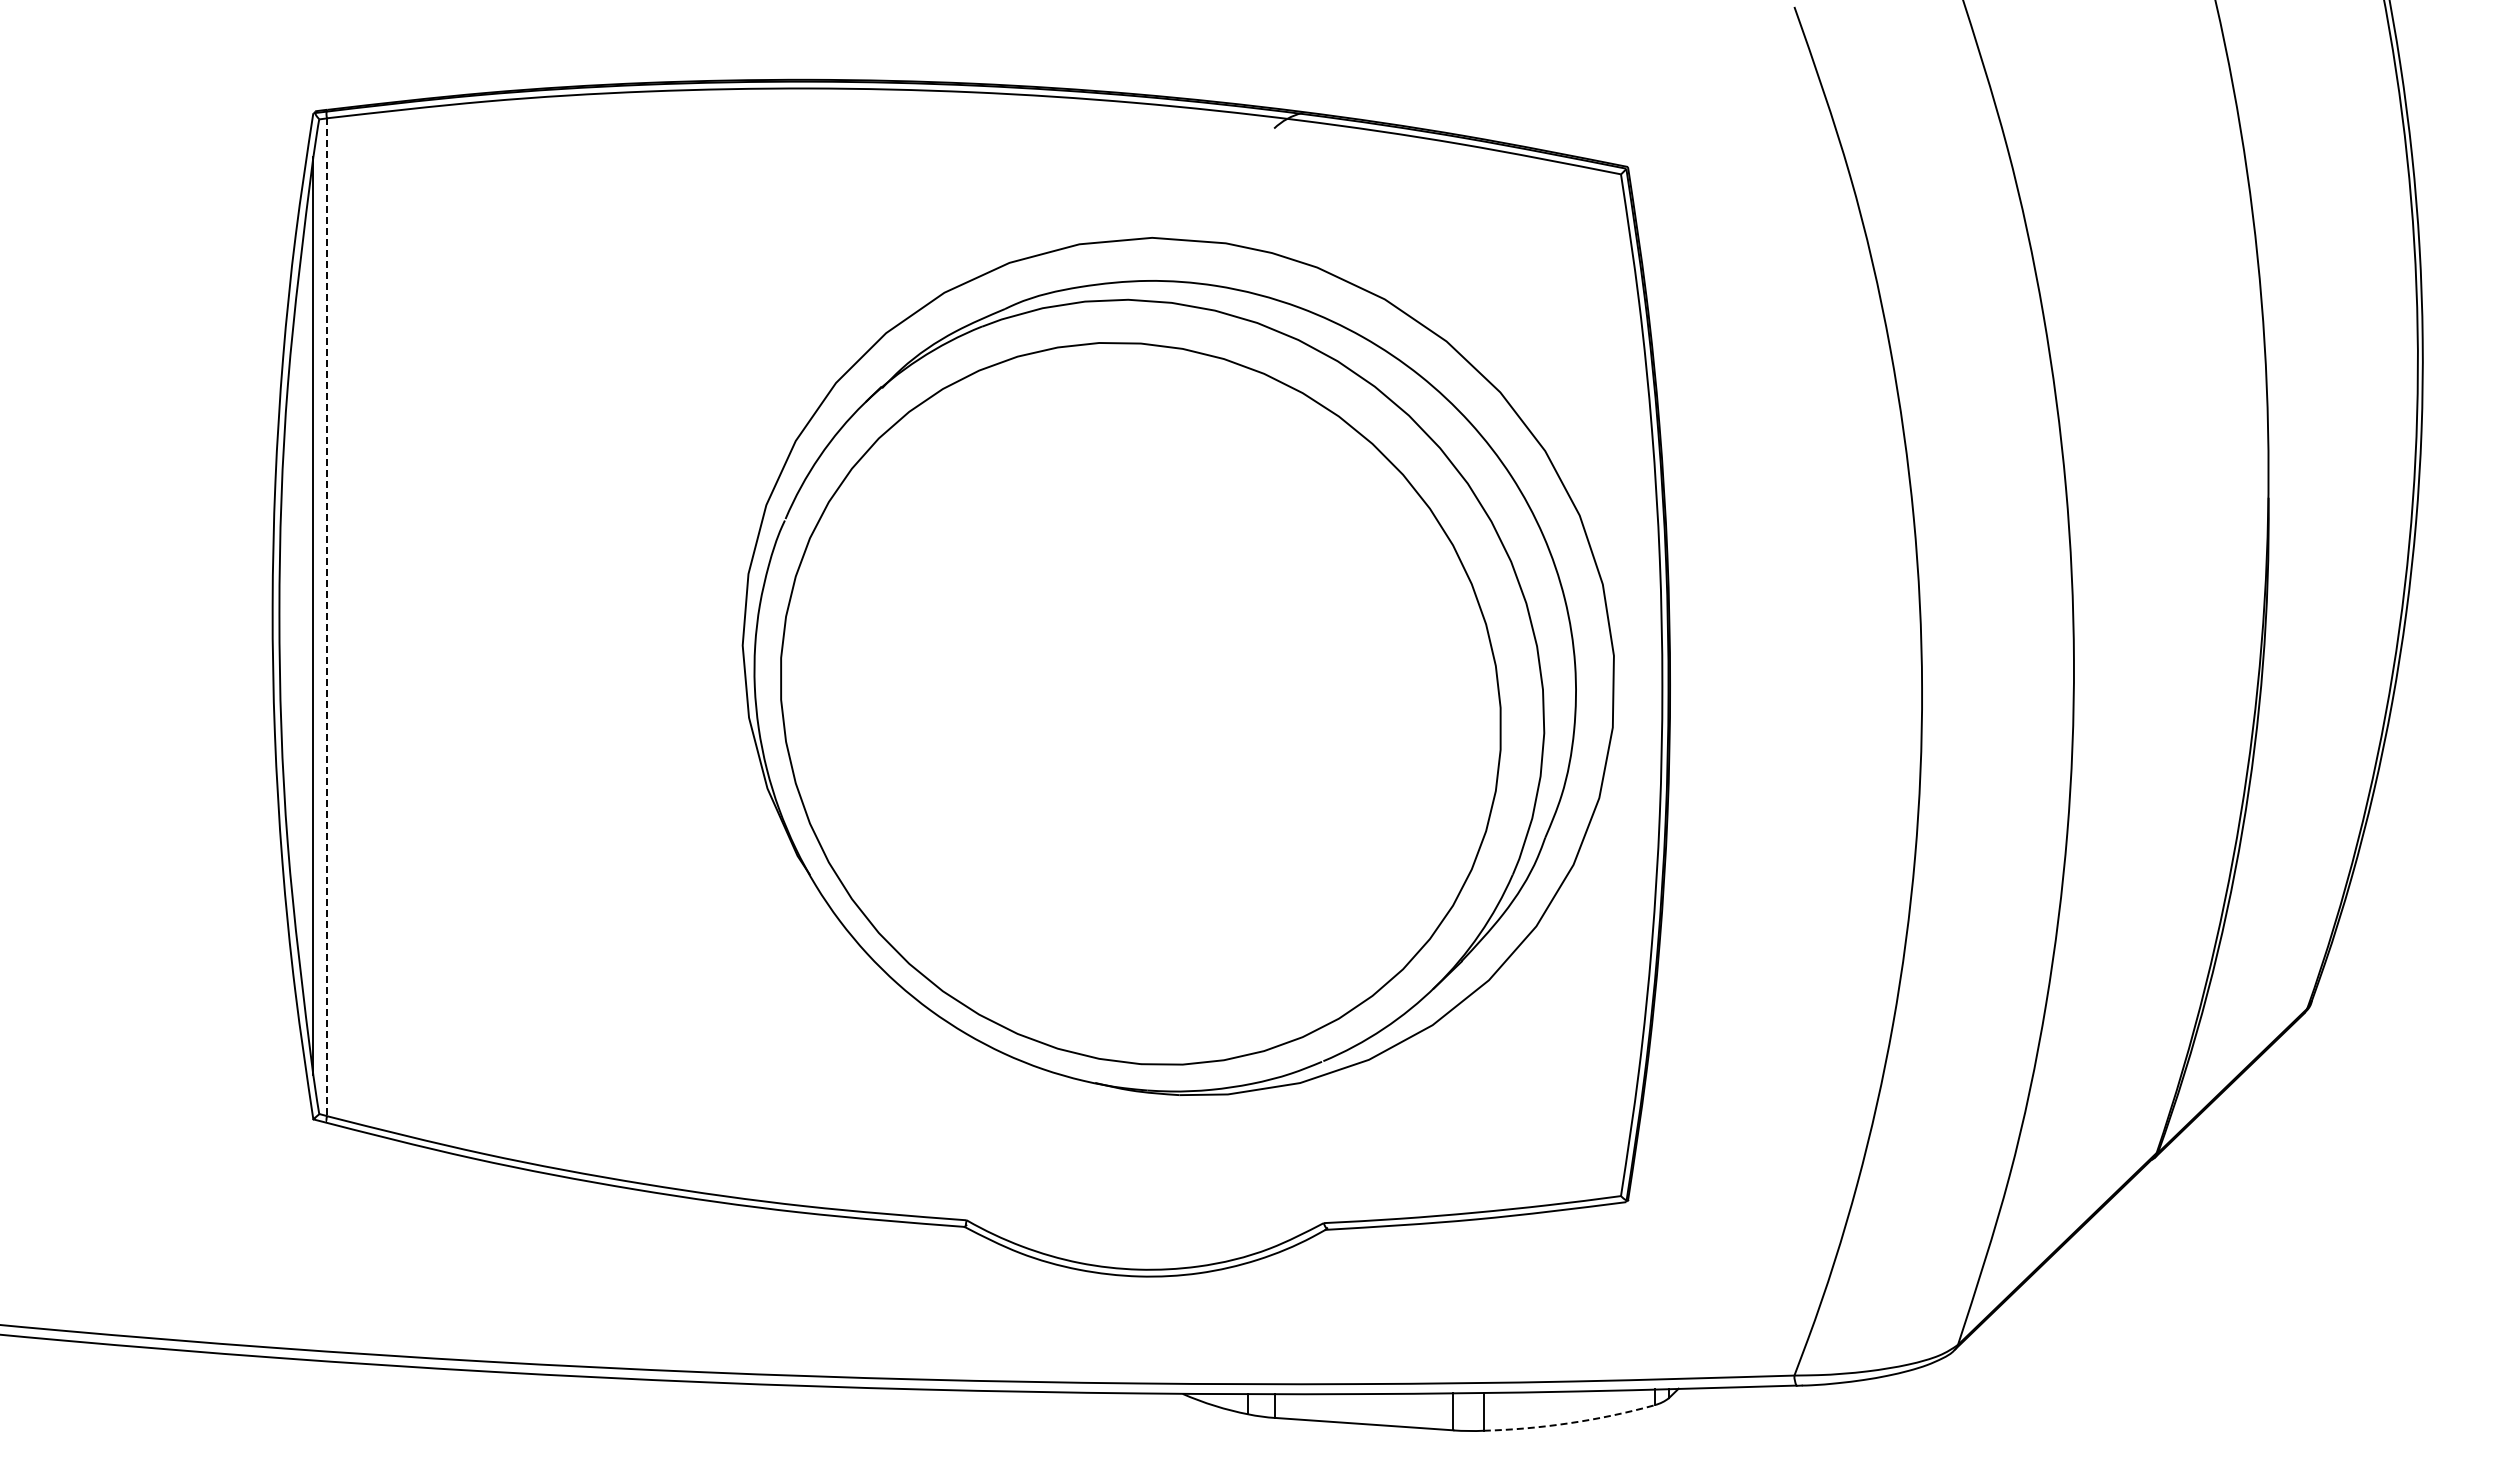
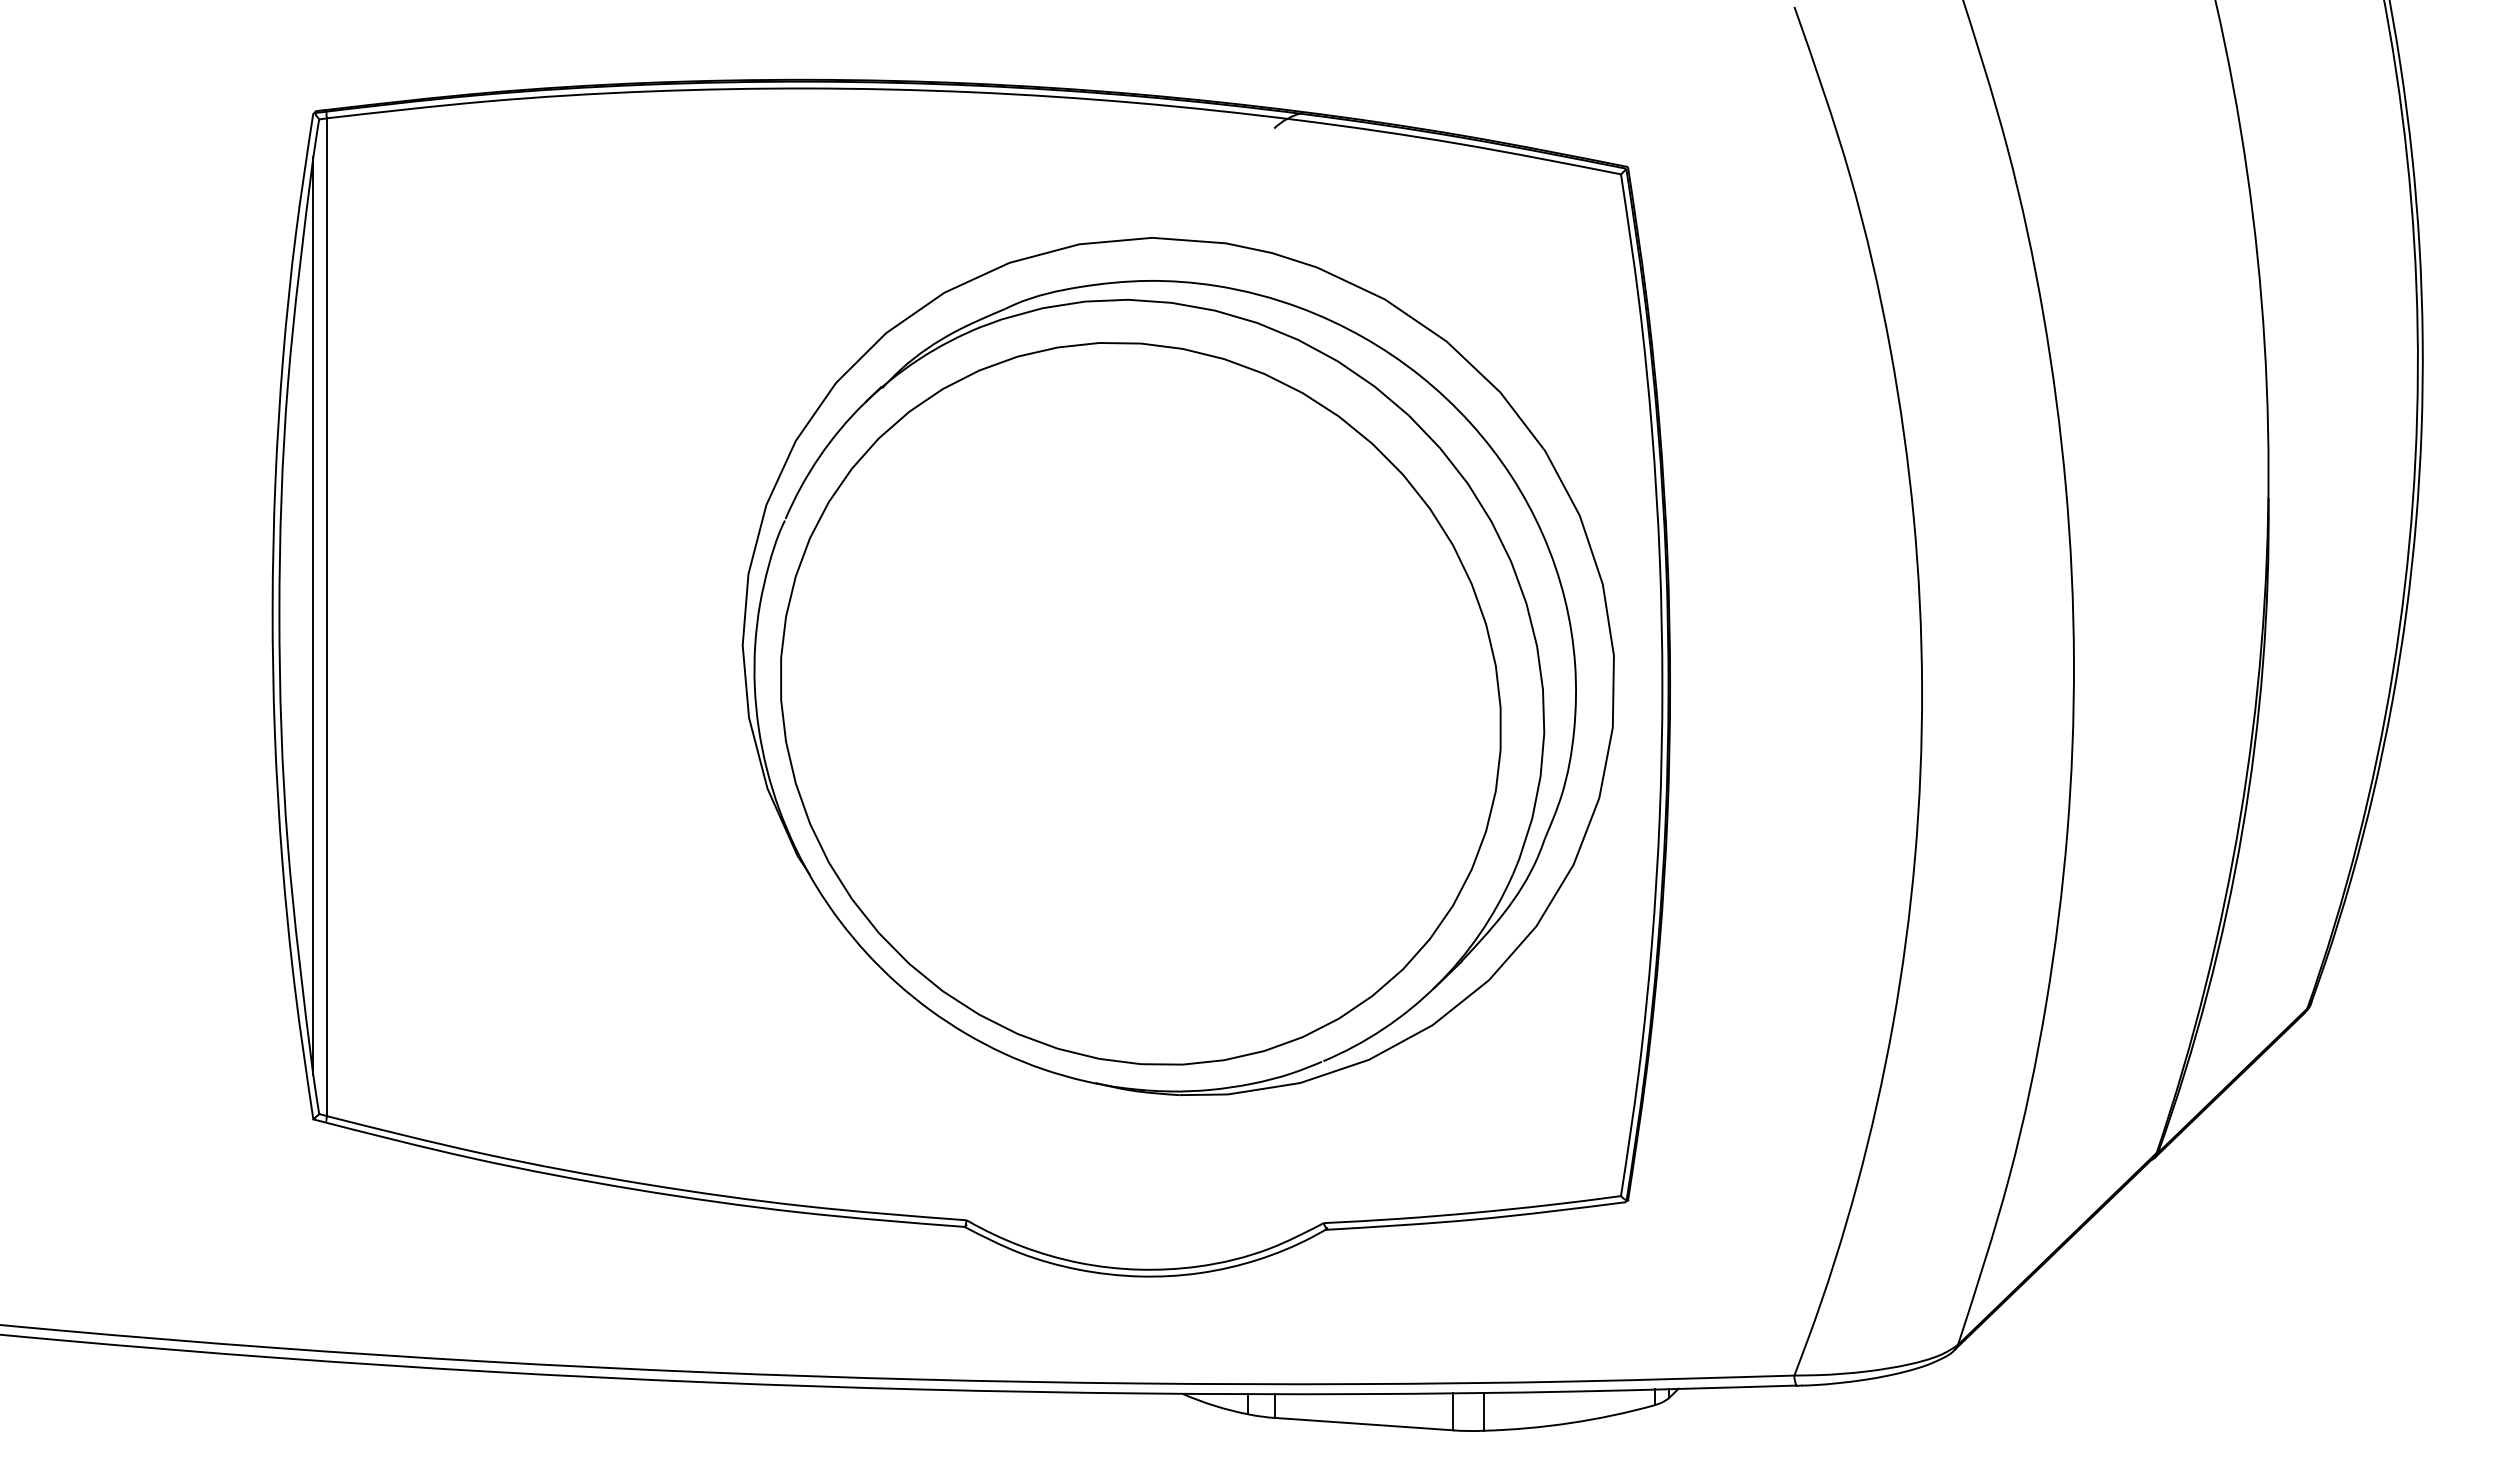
line at (326, 617): dashed -> solid
arc at (1570, 1423): dashed -> solid
